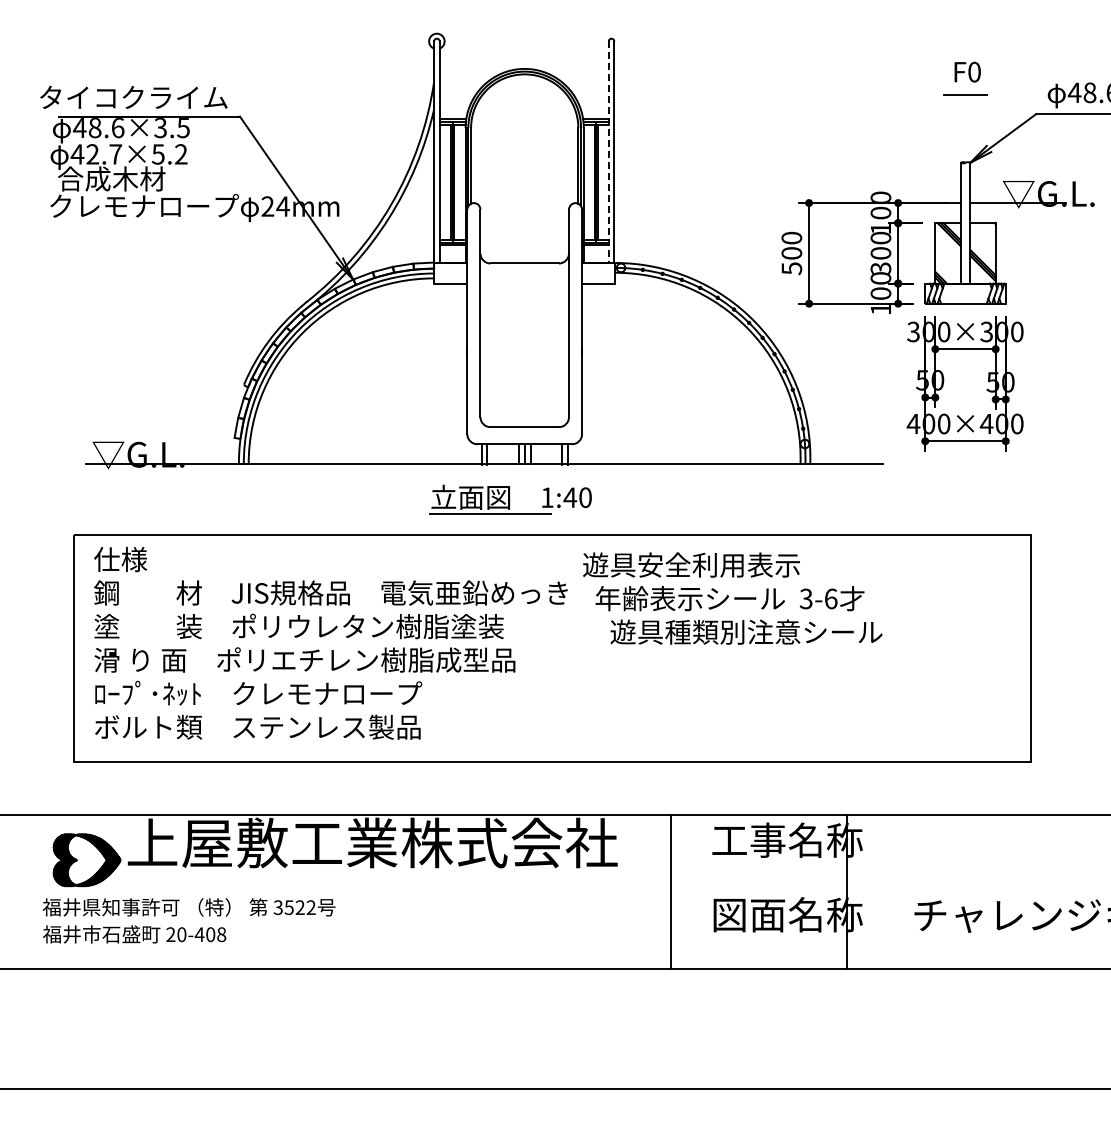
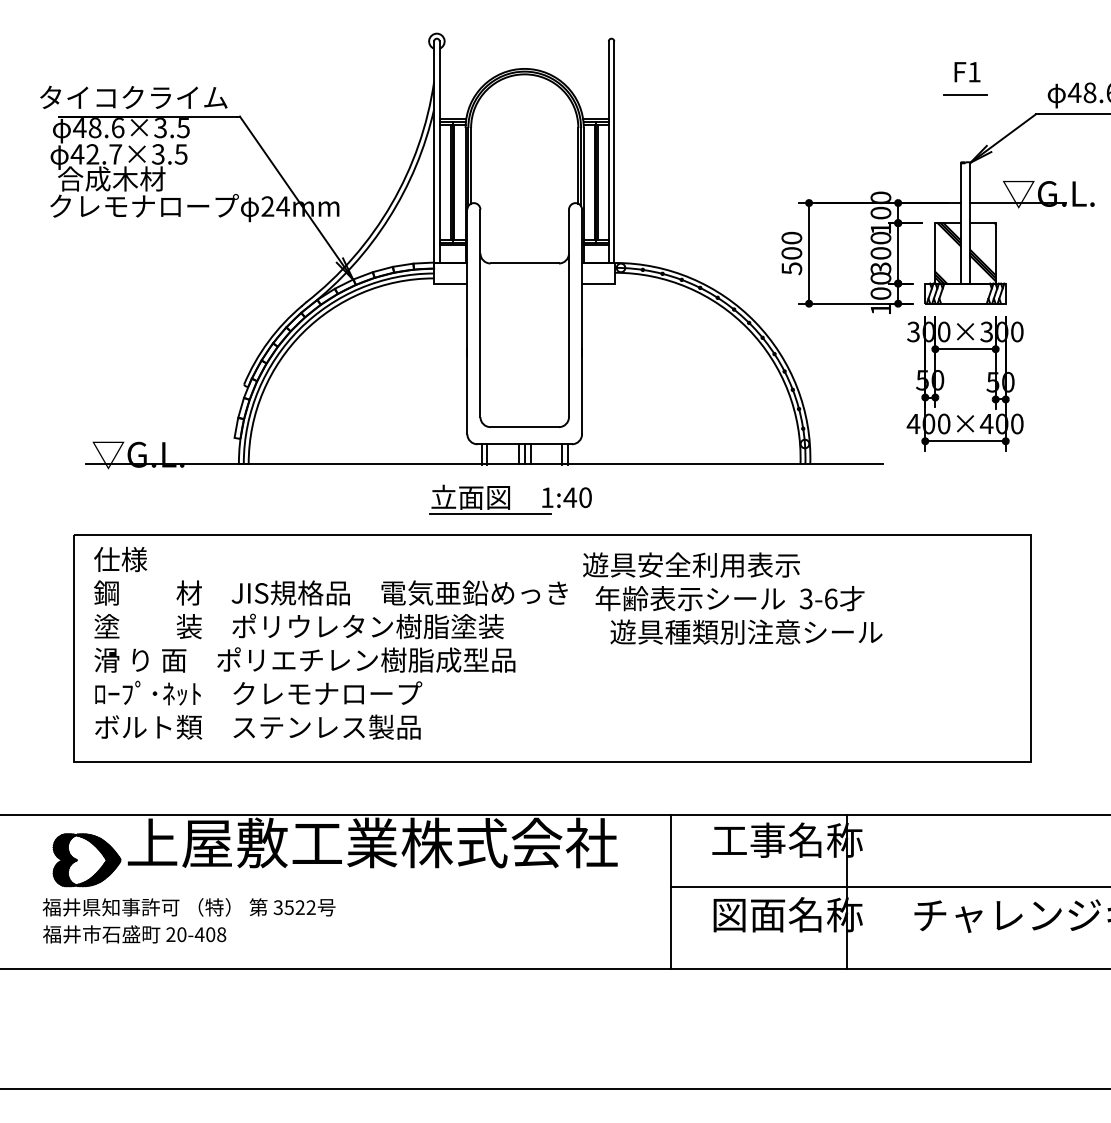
text at (974, 71): F0 -> F1
line at (608, 152): dashed -> solid
text at (169, 154): 42.7×5.2 -> 42.7×3.5
line at (889, 887): none -> present
